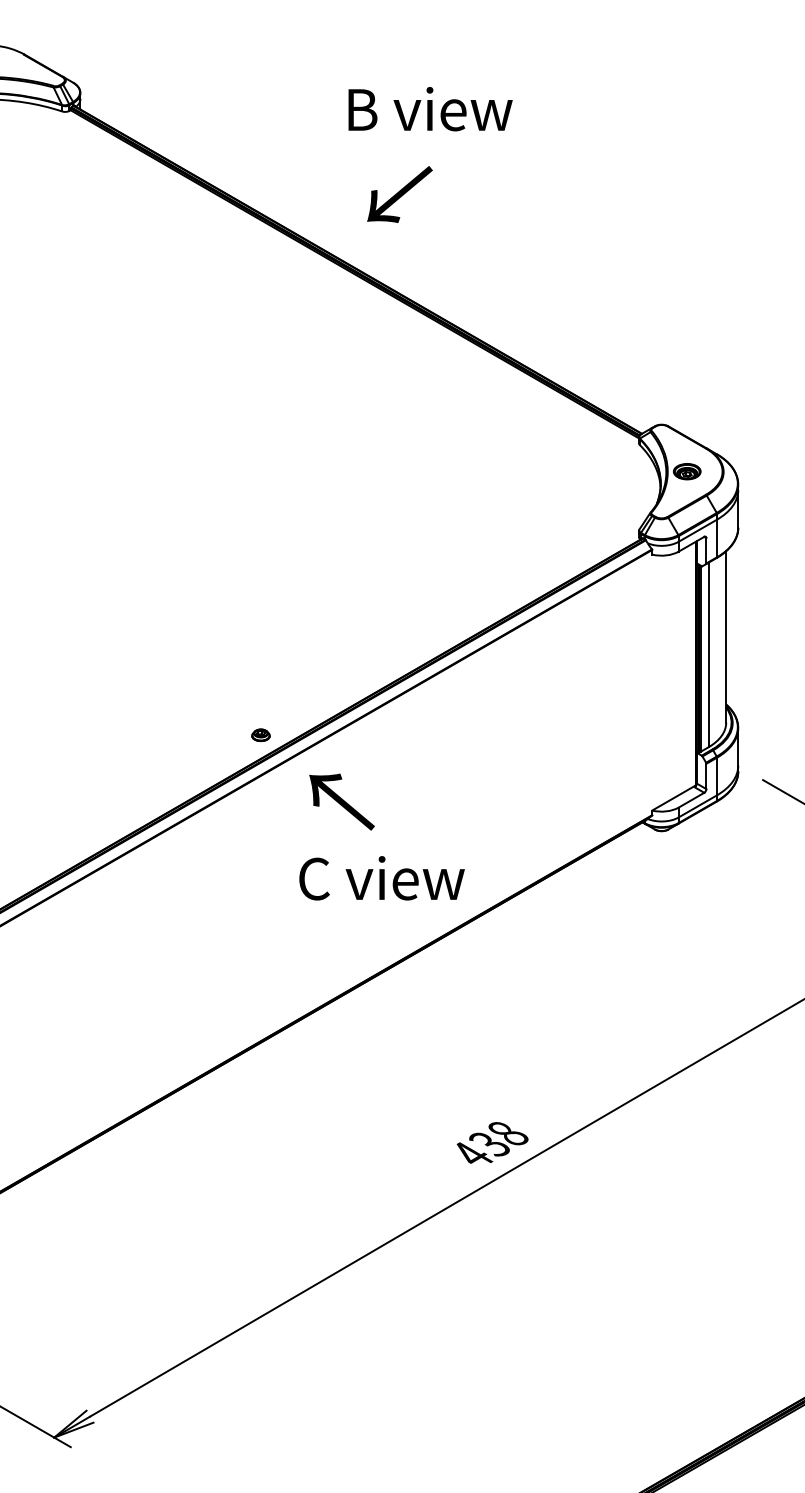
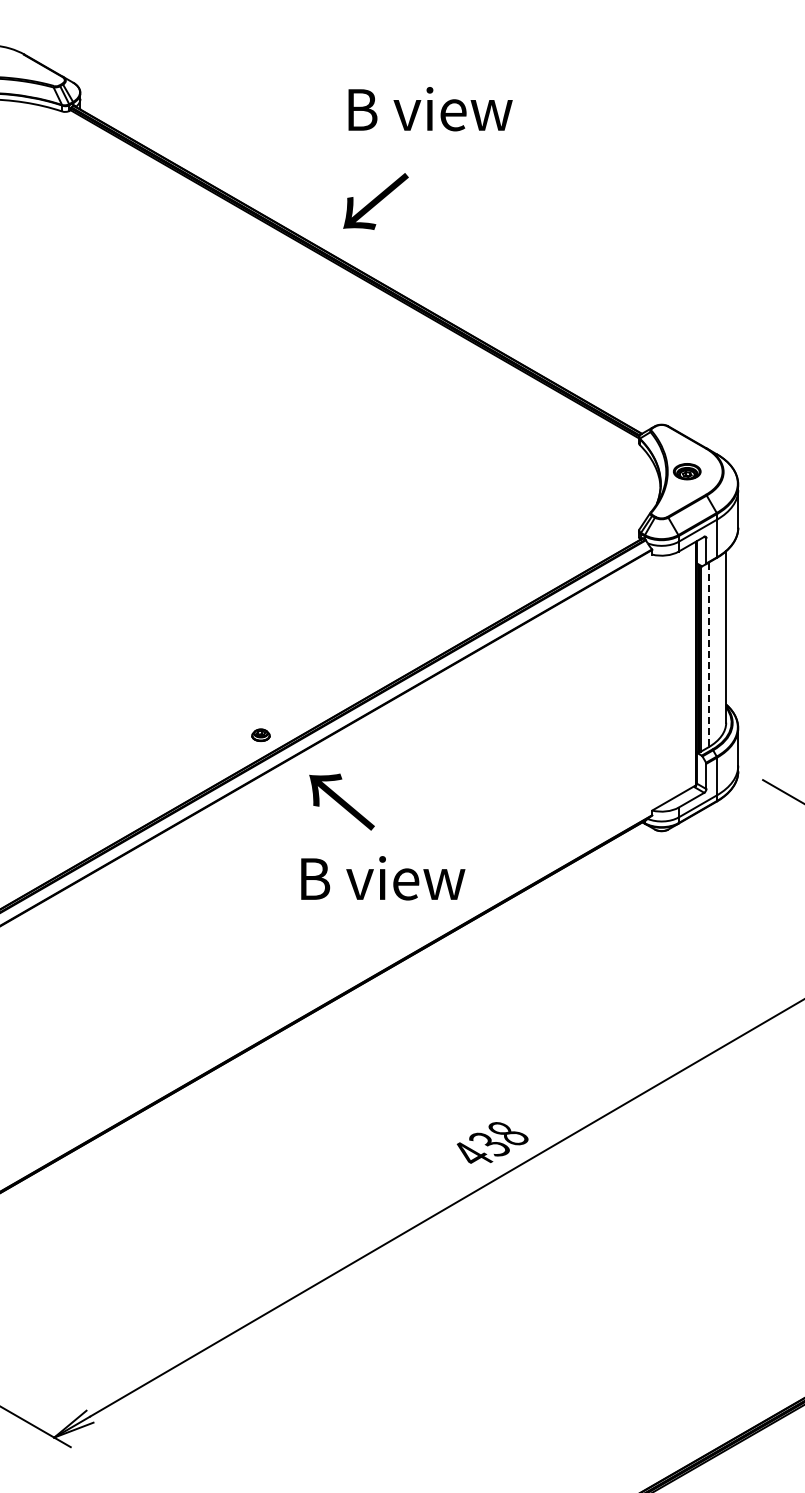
text at (399, 194) position: (399, 194) -> (375, 201)
line at (708, 655): solid -> dashed
text at (382, 878): C view -> B view
